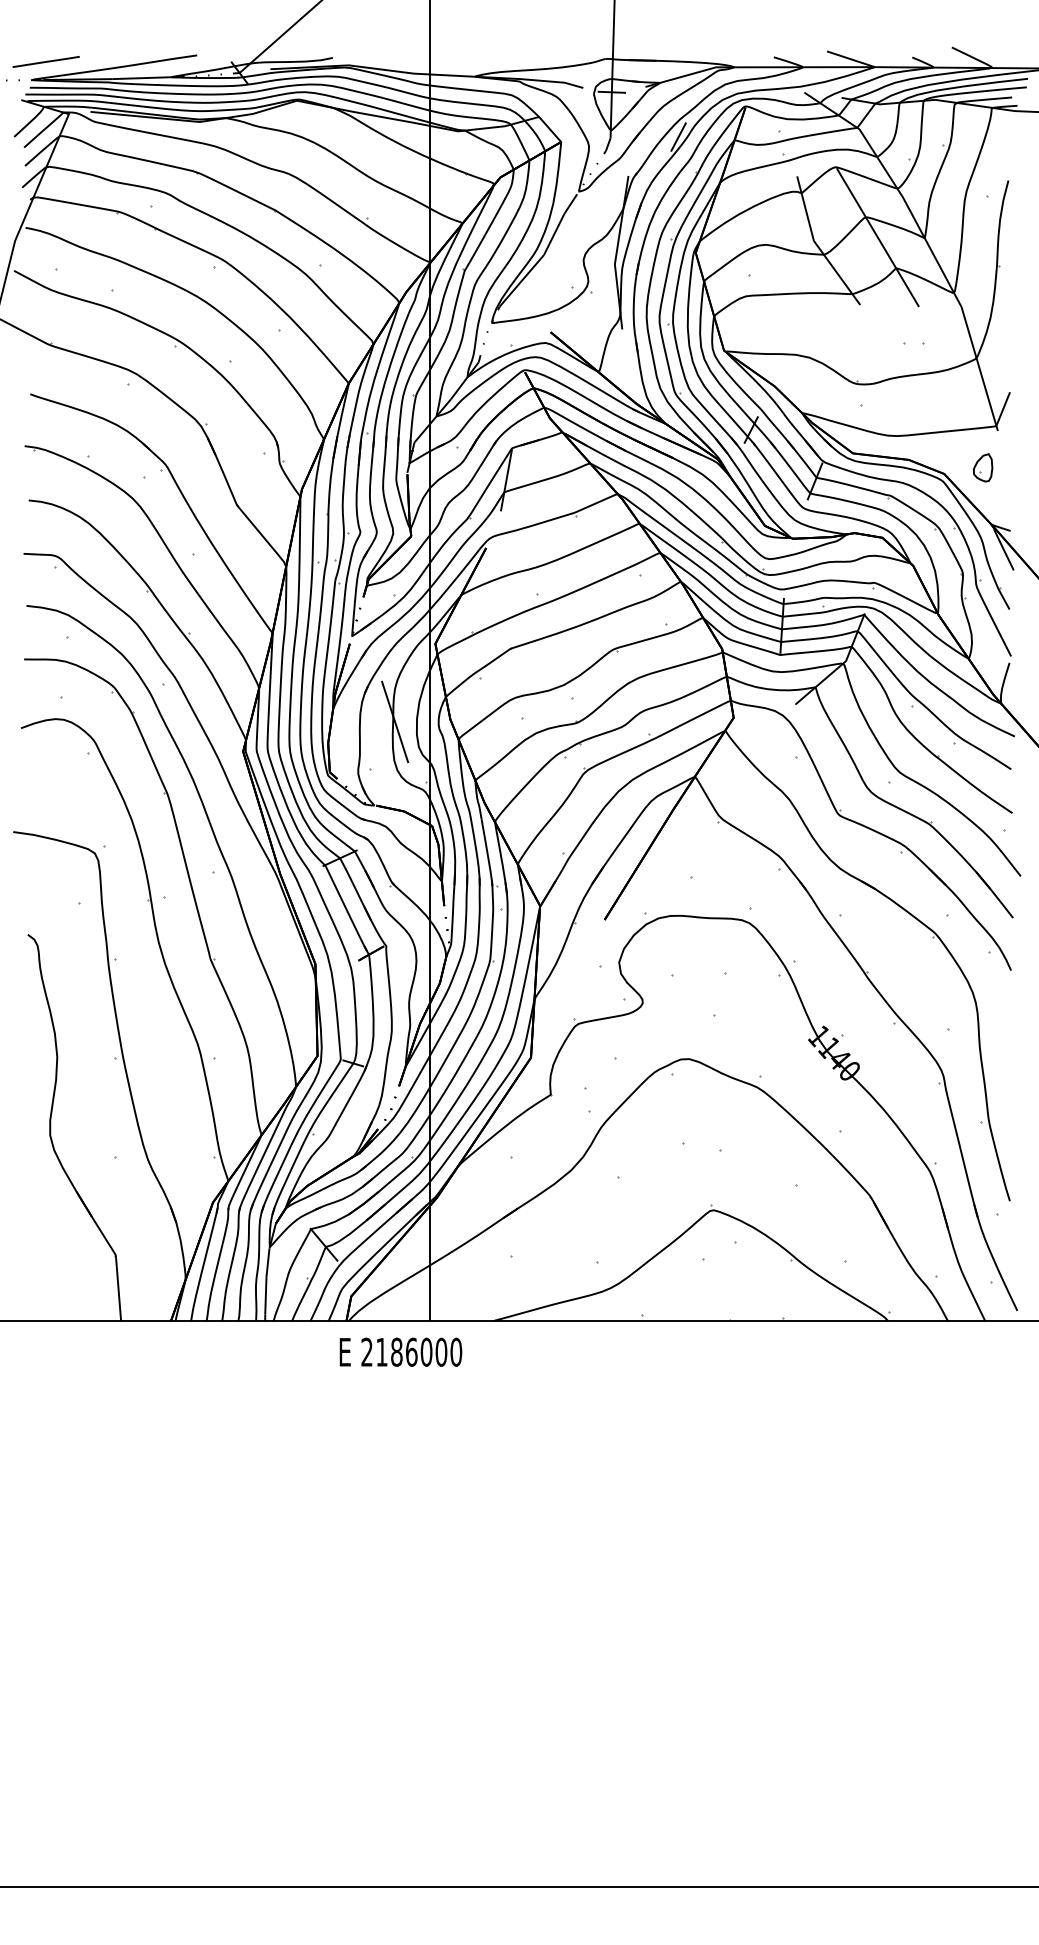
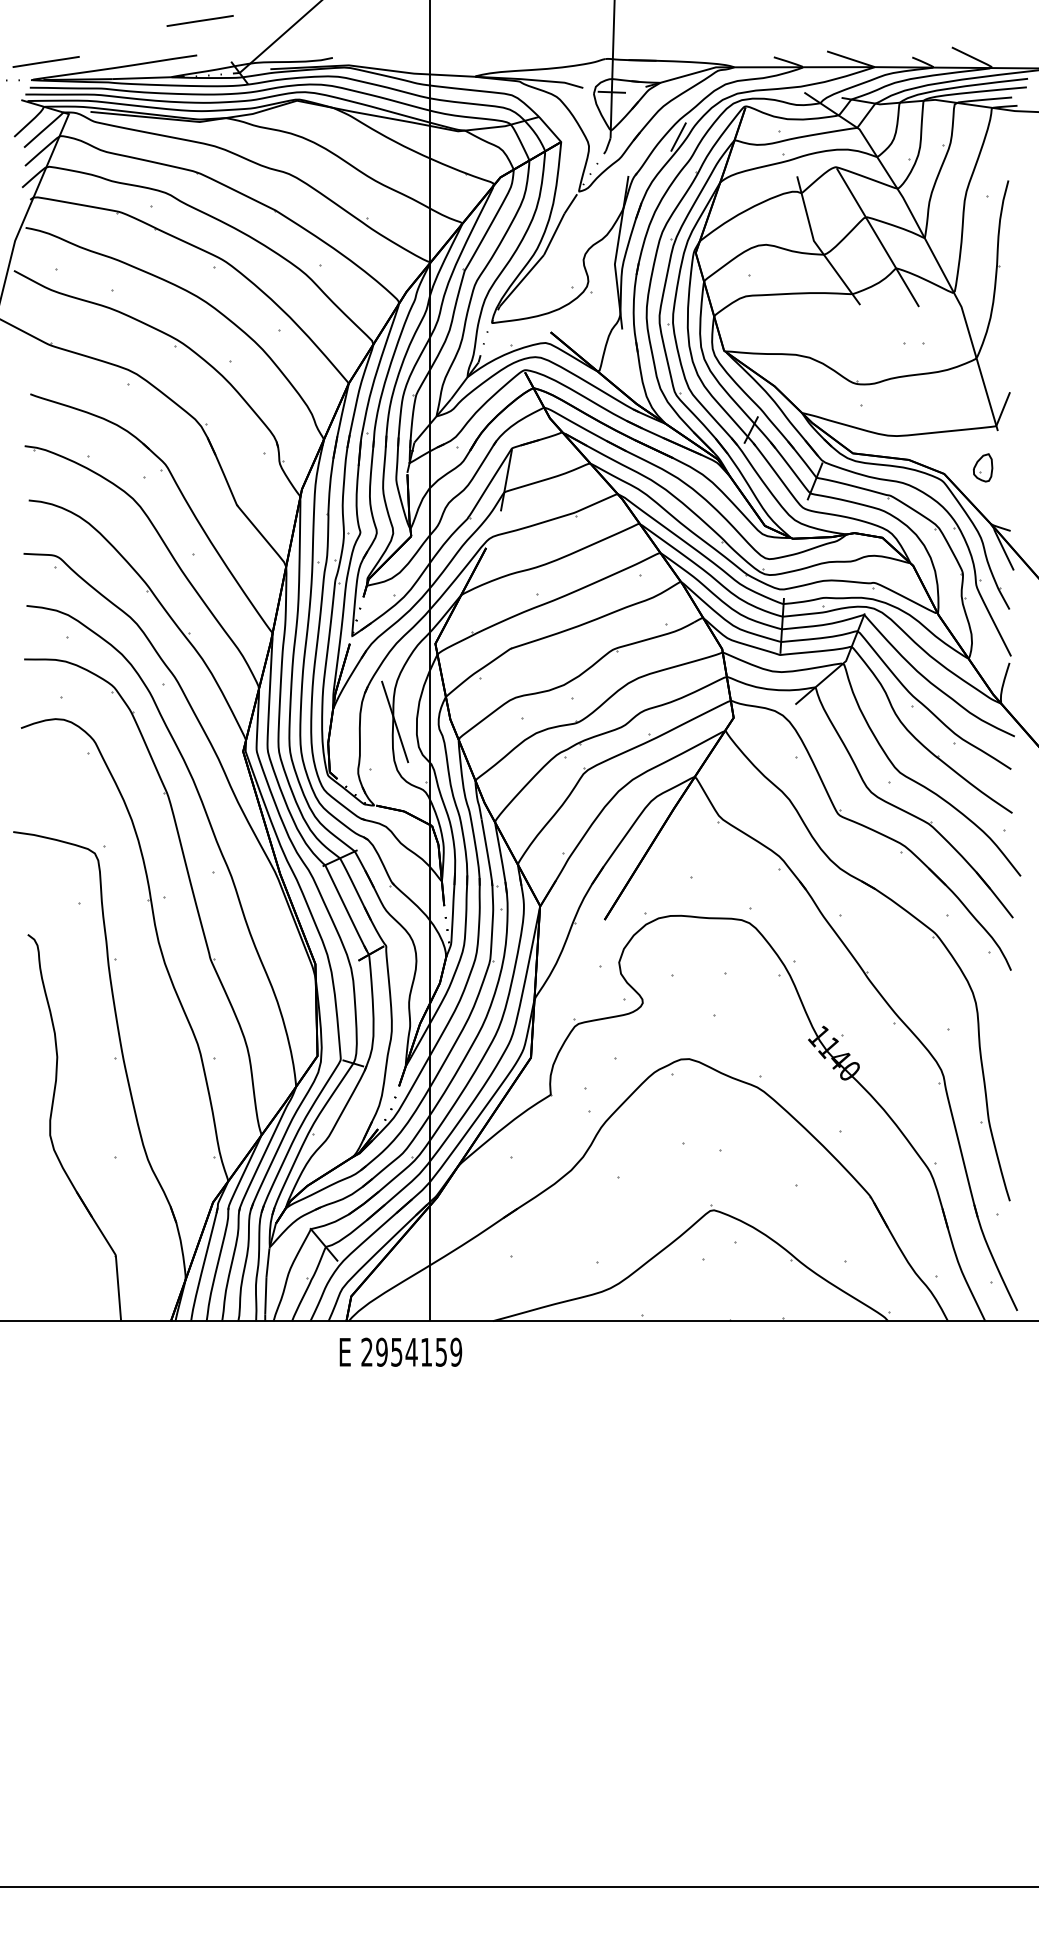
line at (199, 20): none -> present
text at (419, 1351): 2186000 -> 2954159
